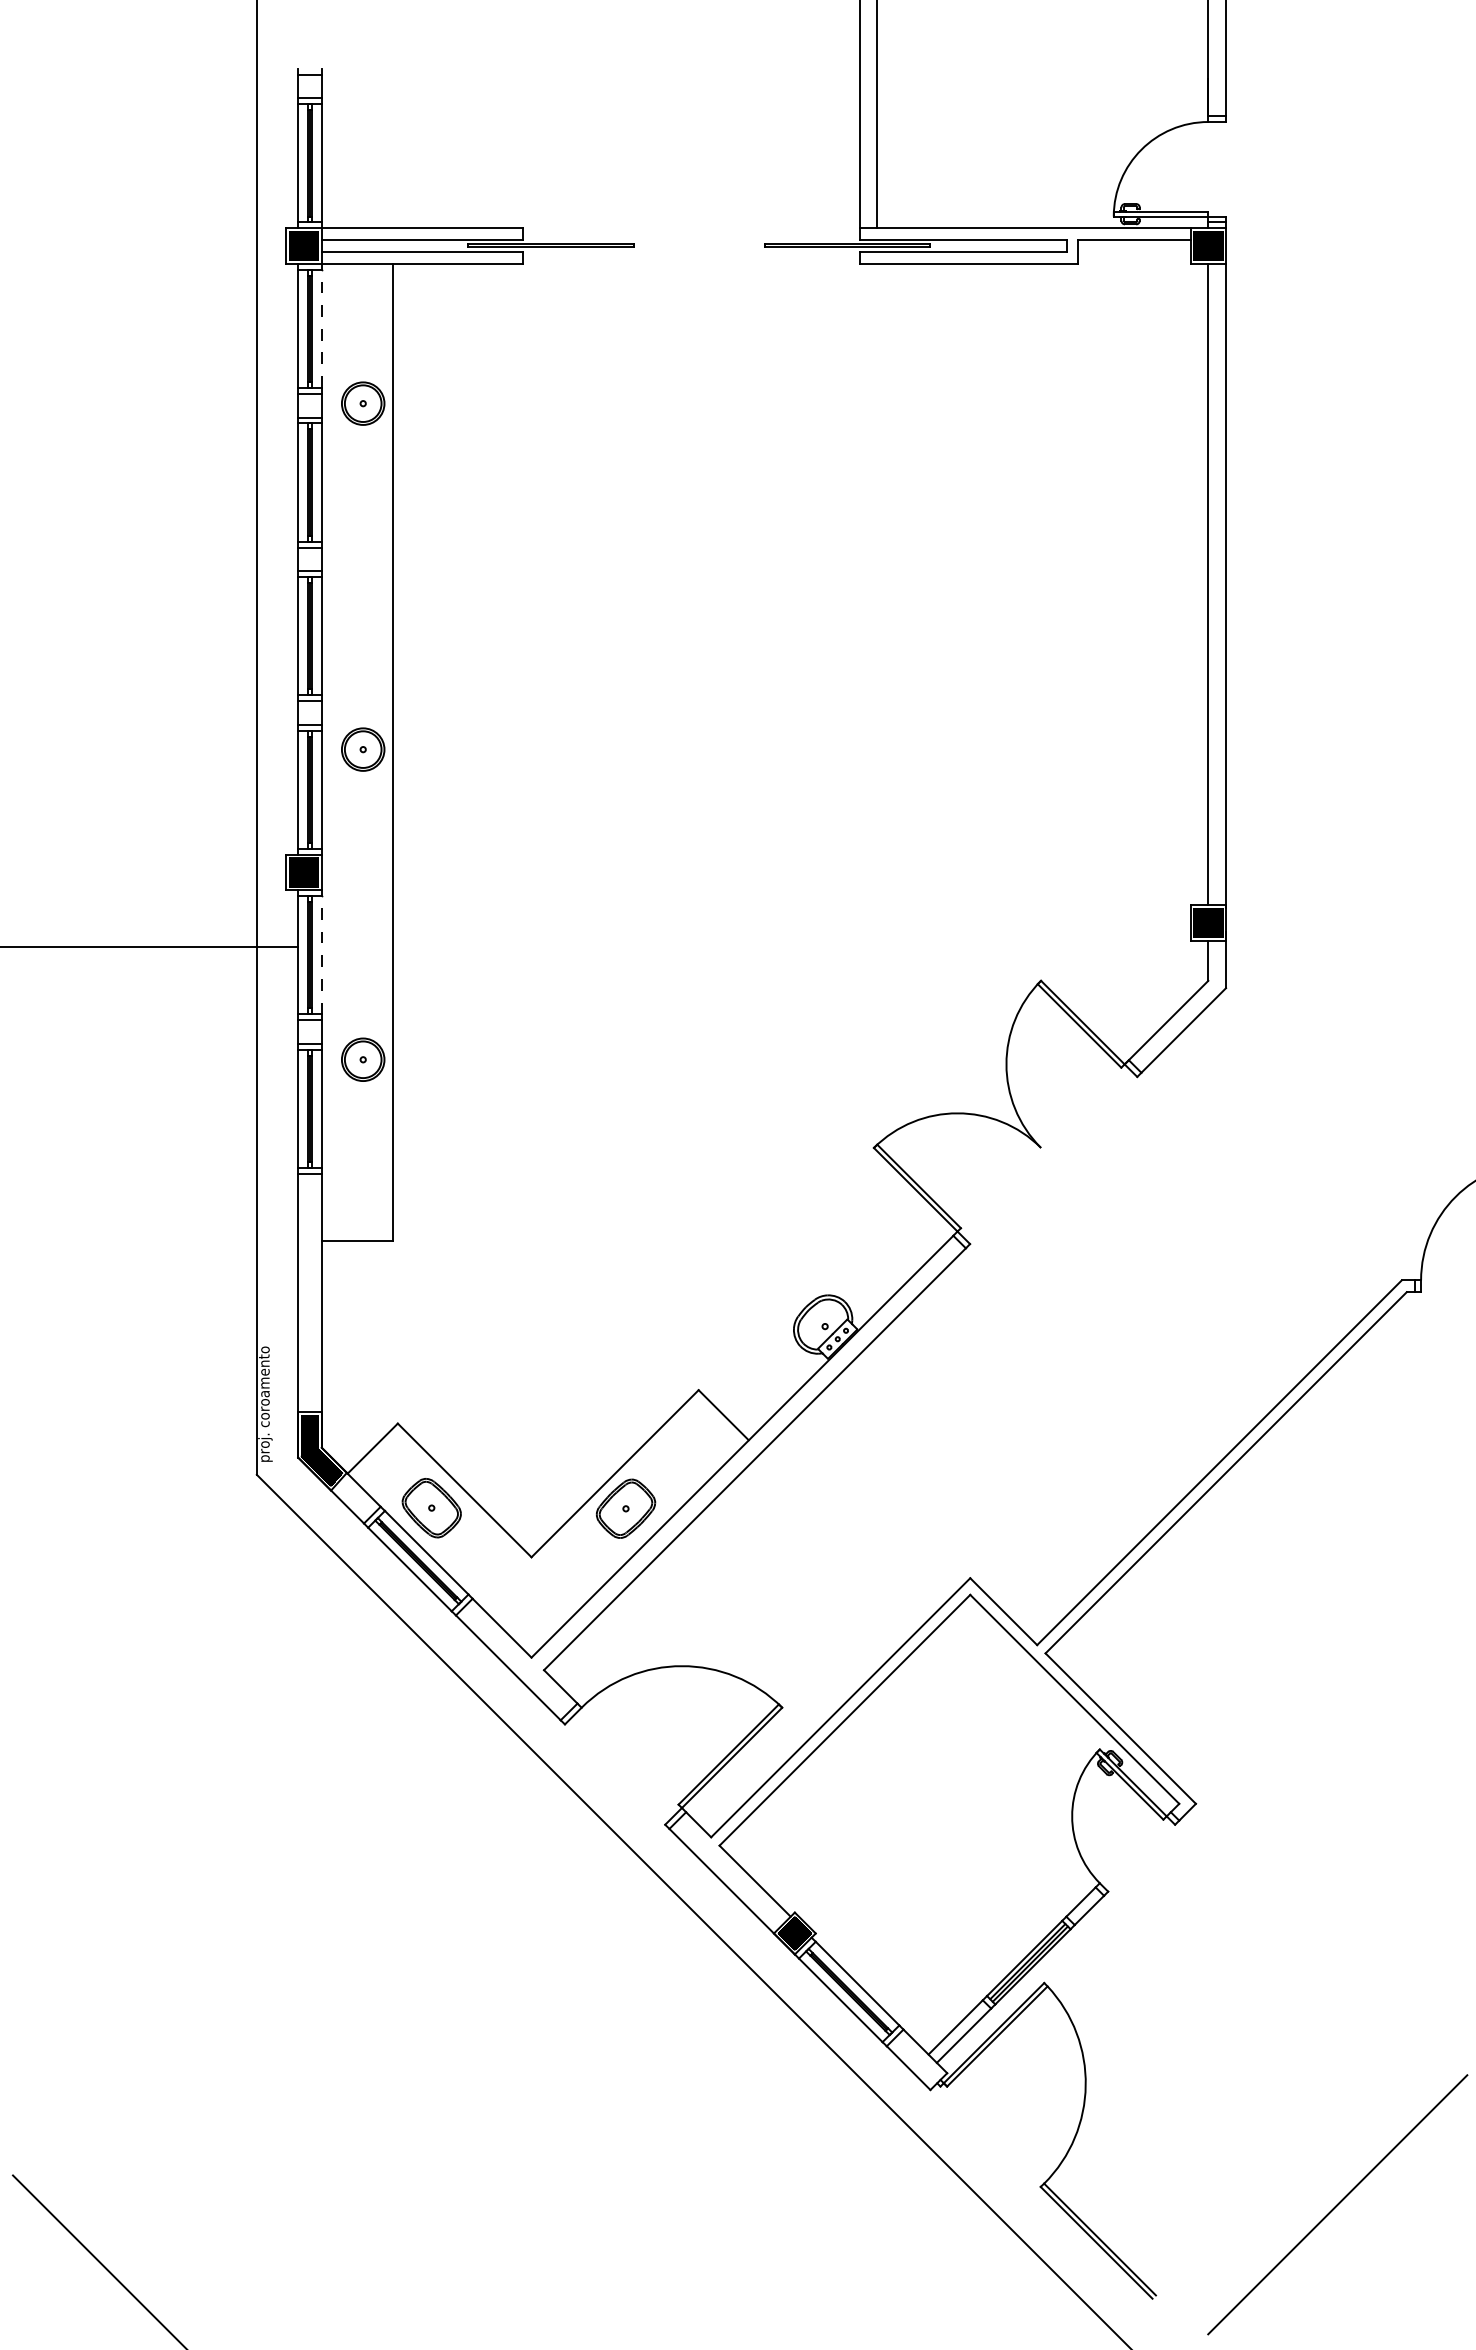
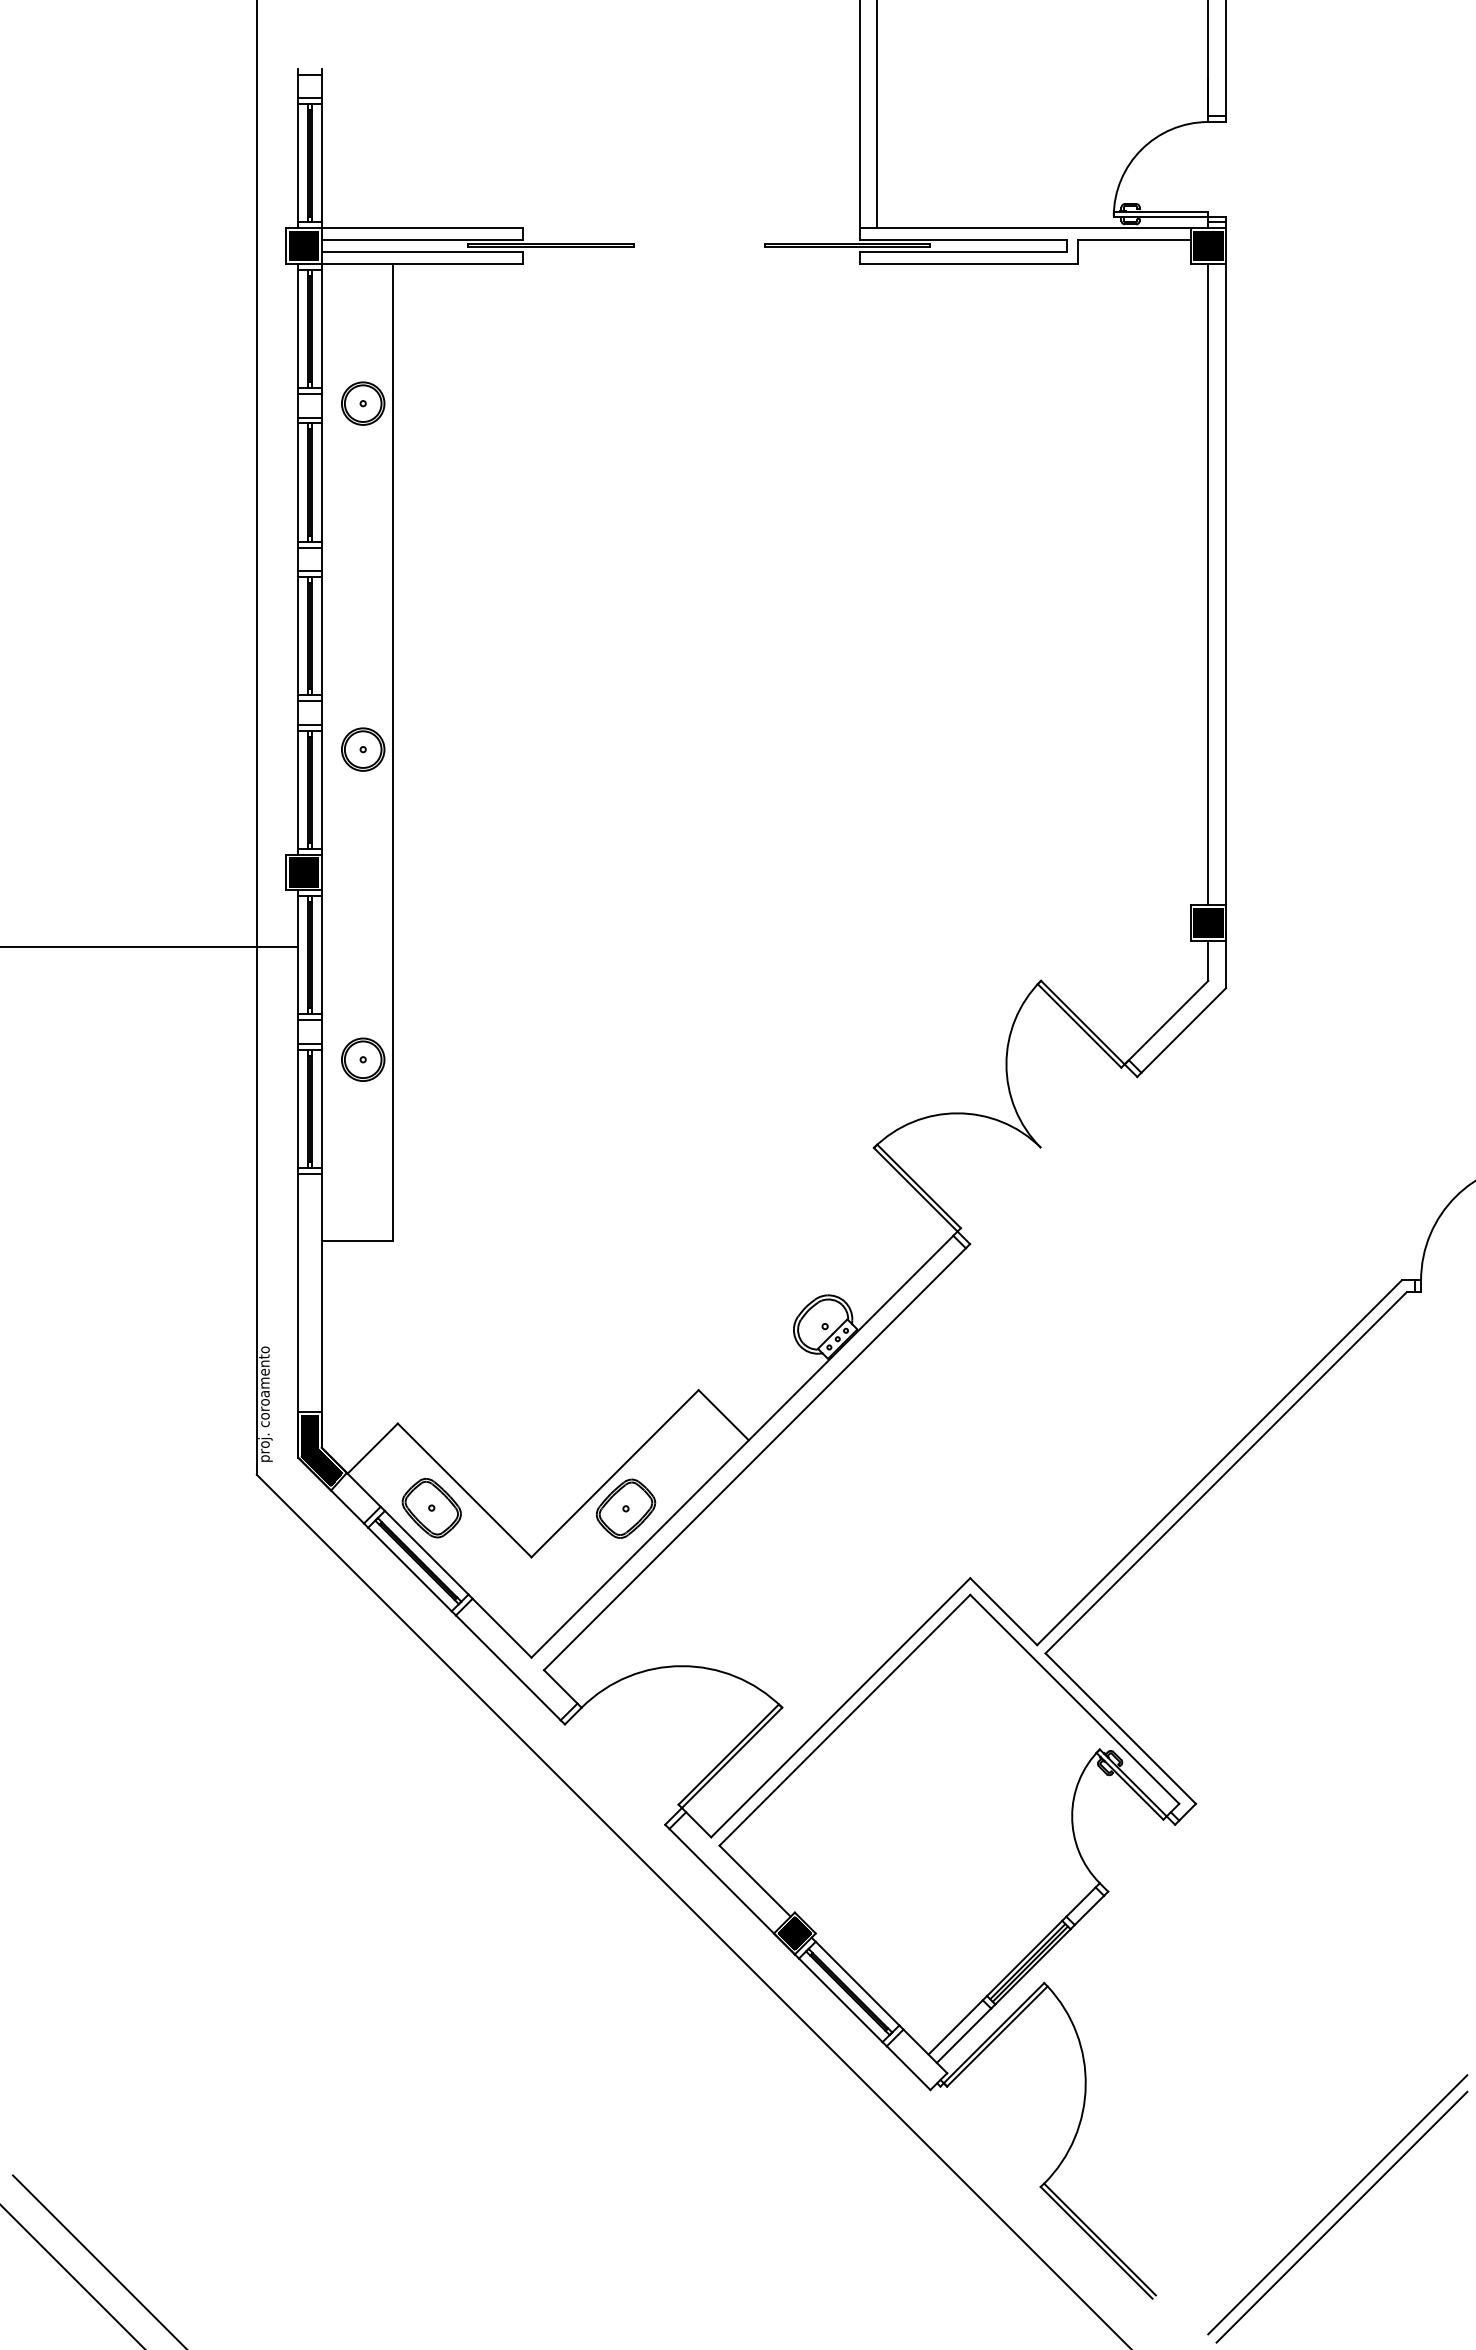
line at (321, 328): dashed -> solid
line at (321, 954): dashed -> solid
line at (1341, 2216): none -> present
line at (72, 2276): none -> present
